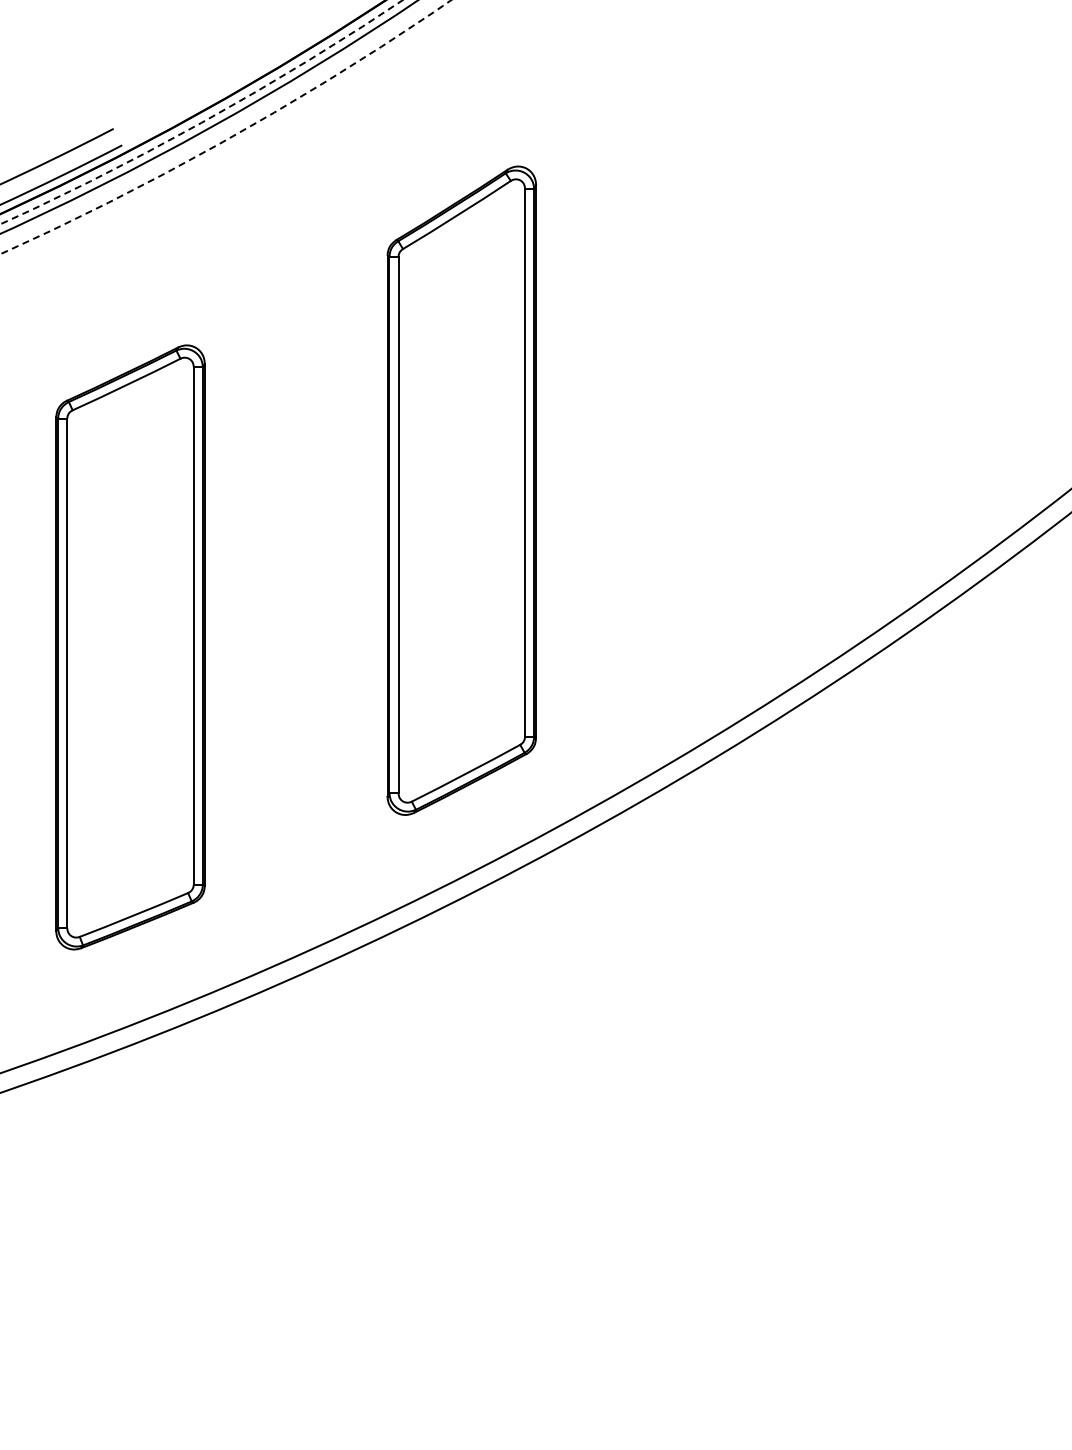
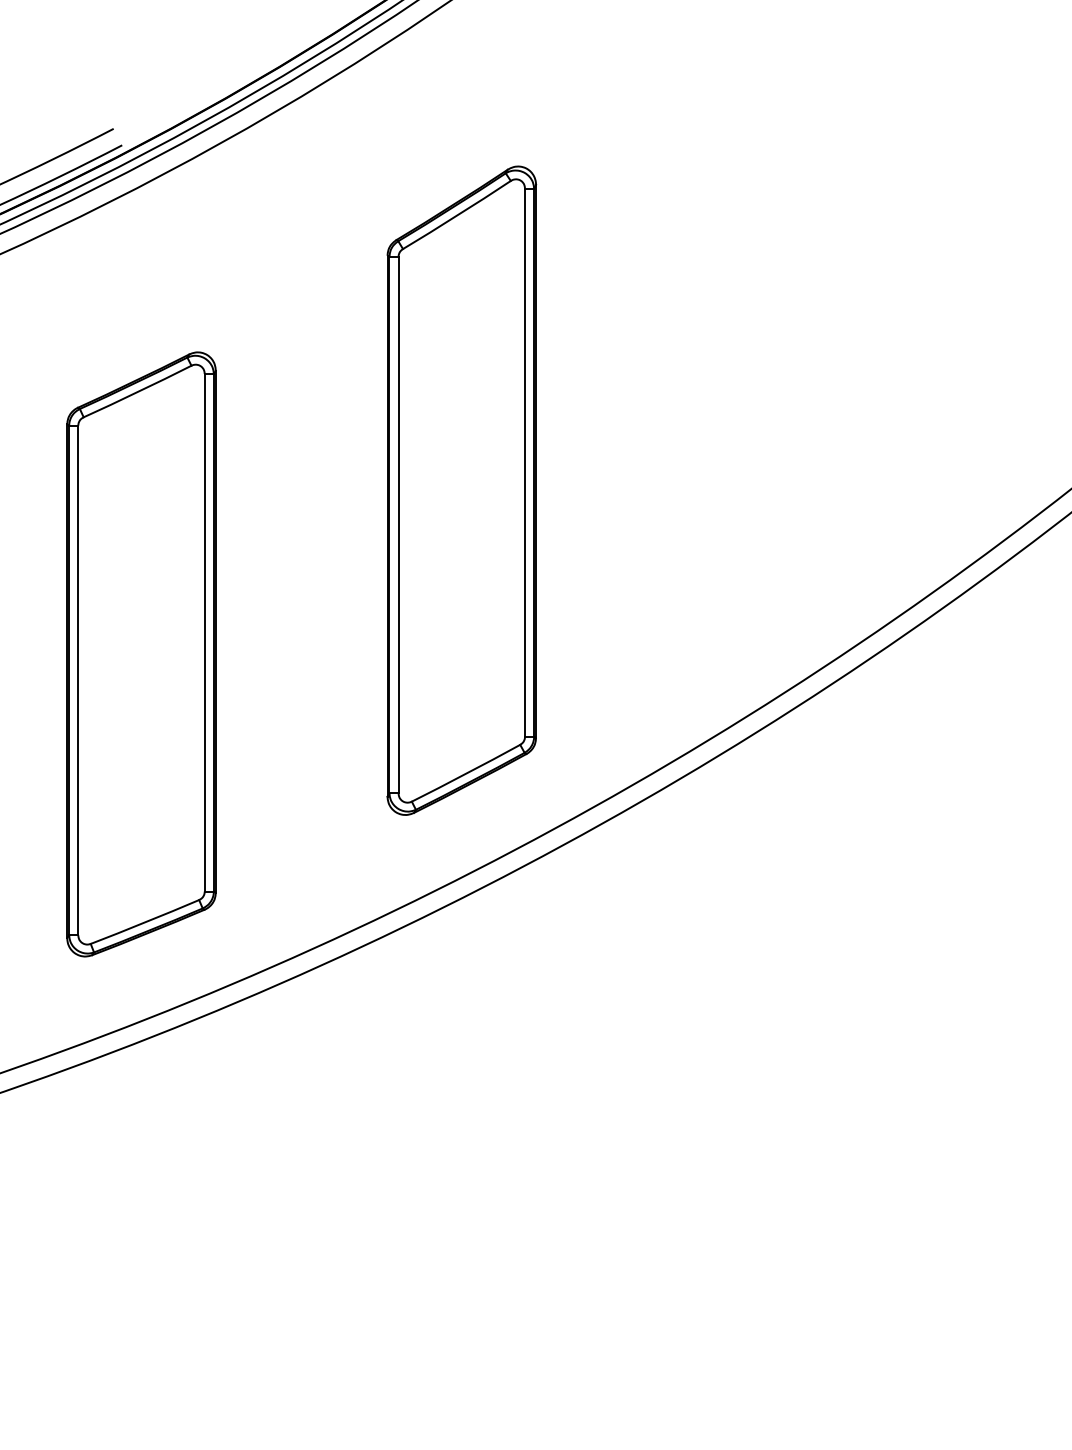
arc at (205, 120): dashed -> solid
arc at (231, 137): dashed -> solid
part at (130, 647) position: (130, 647) -> (141, 654)
